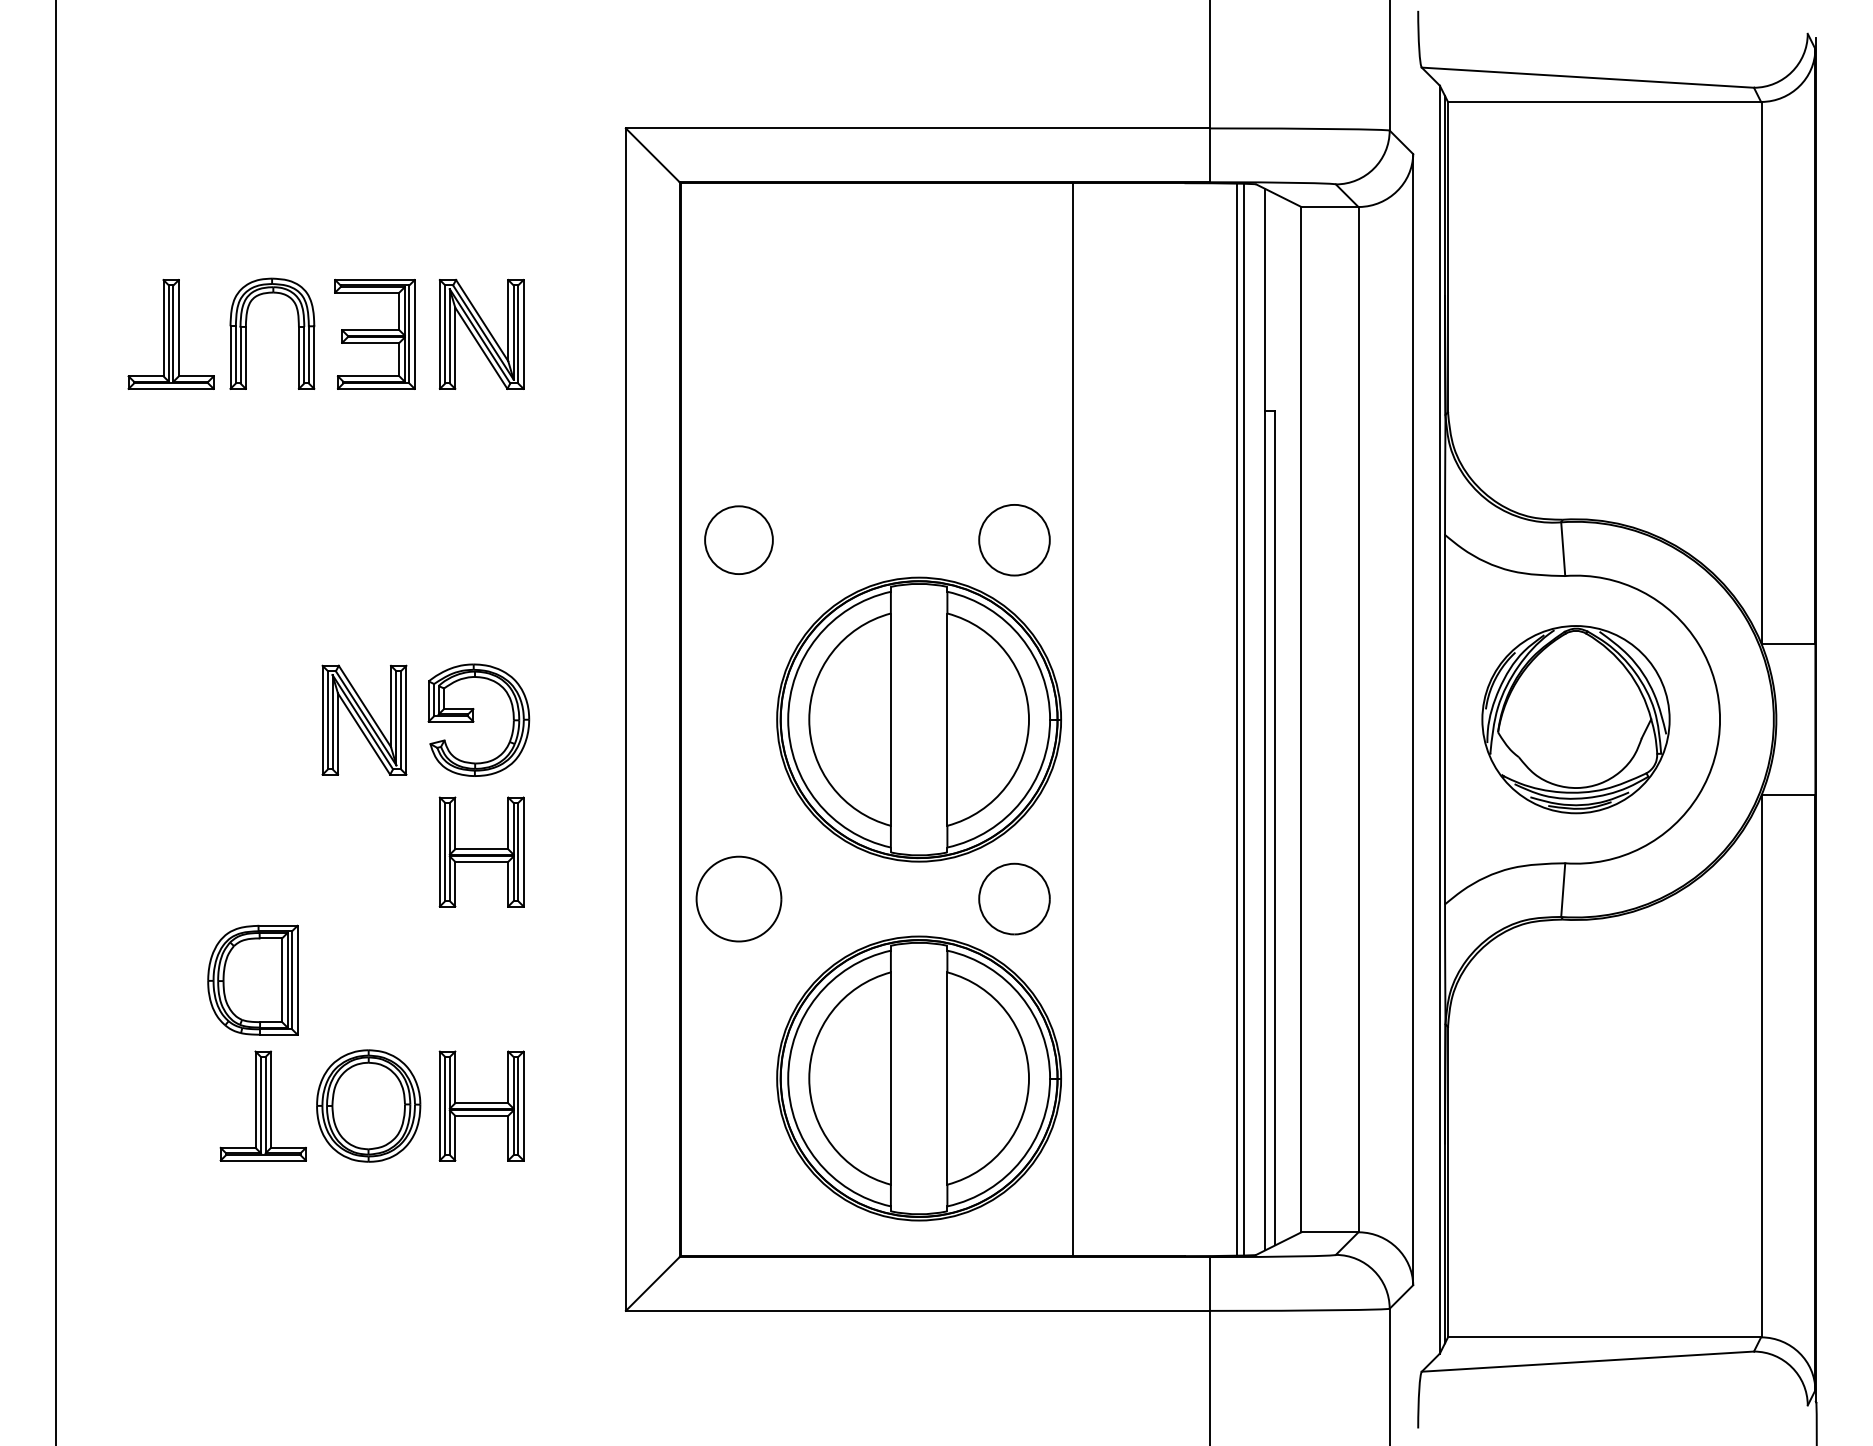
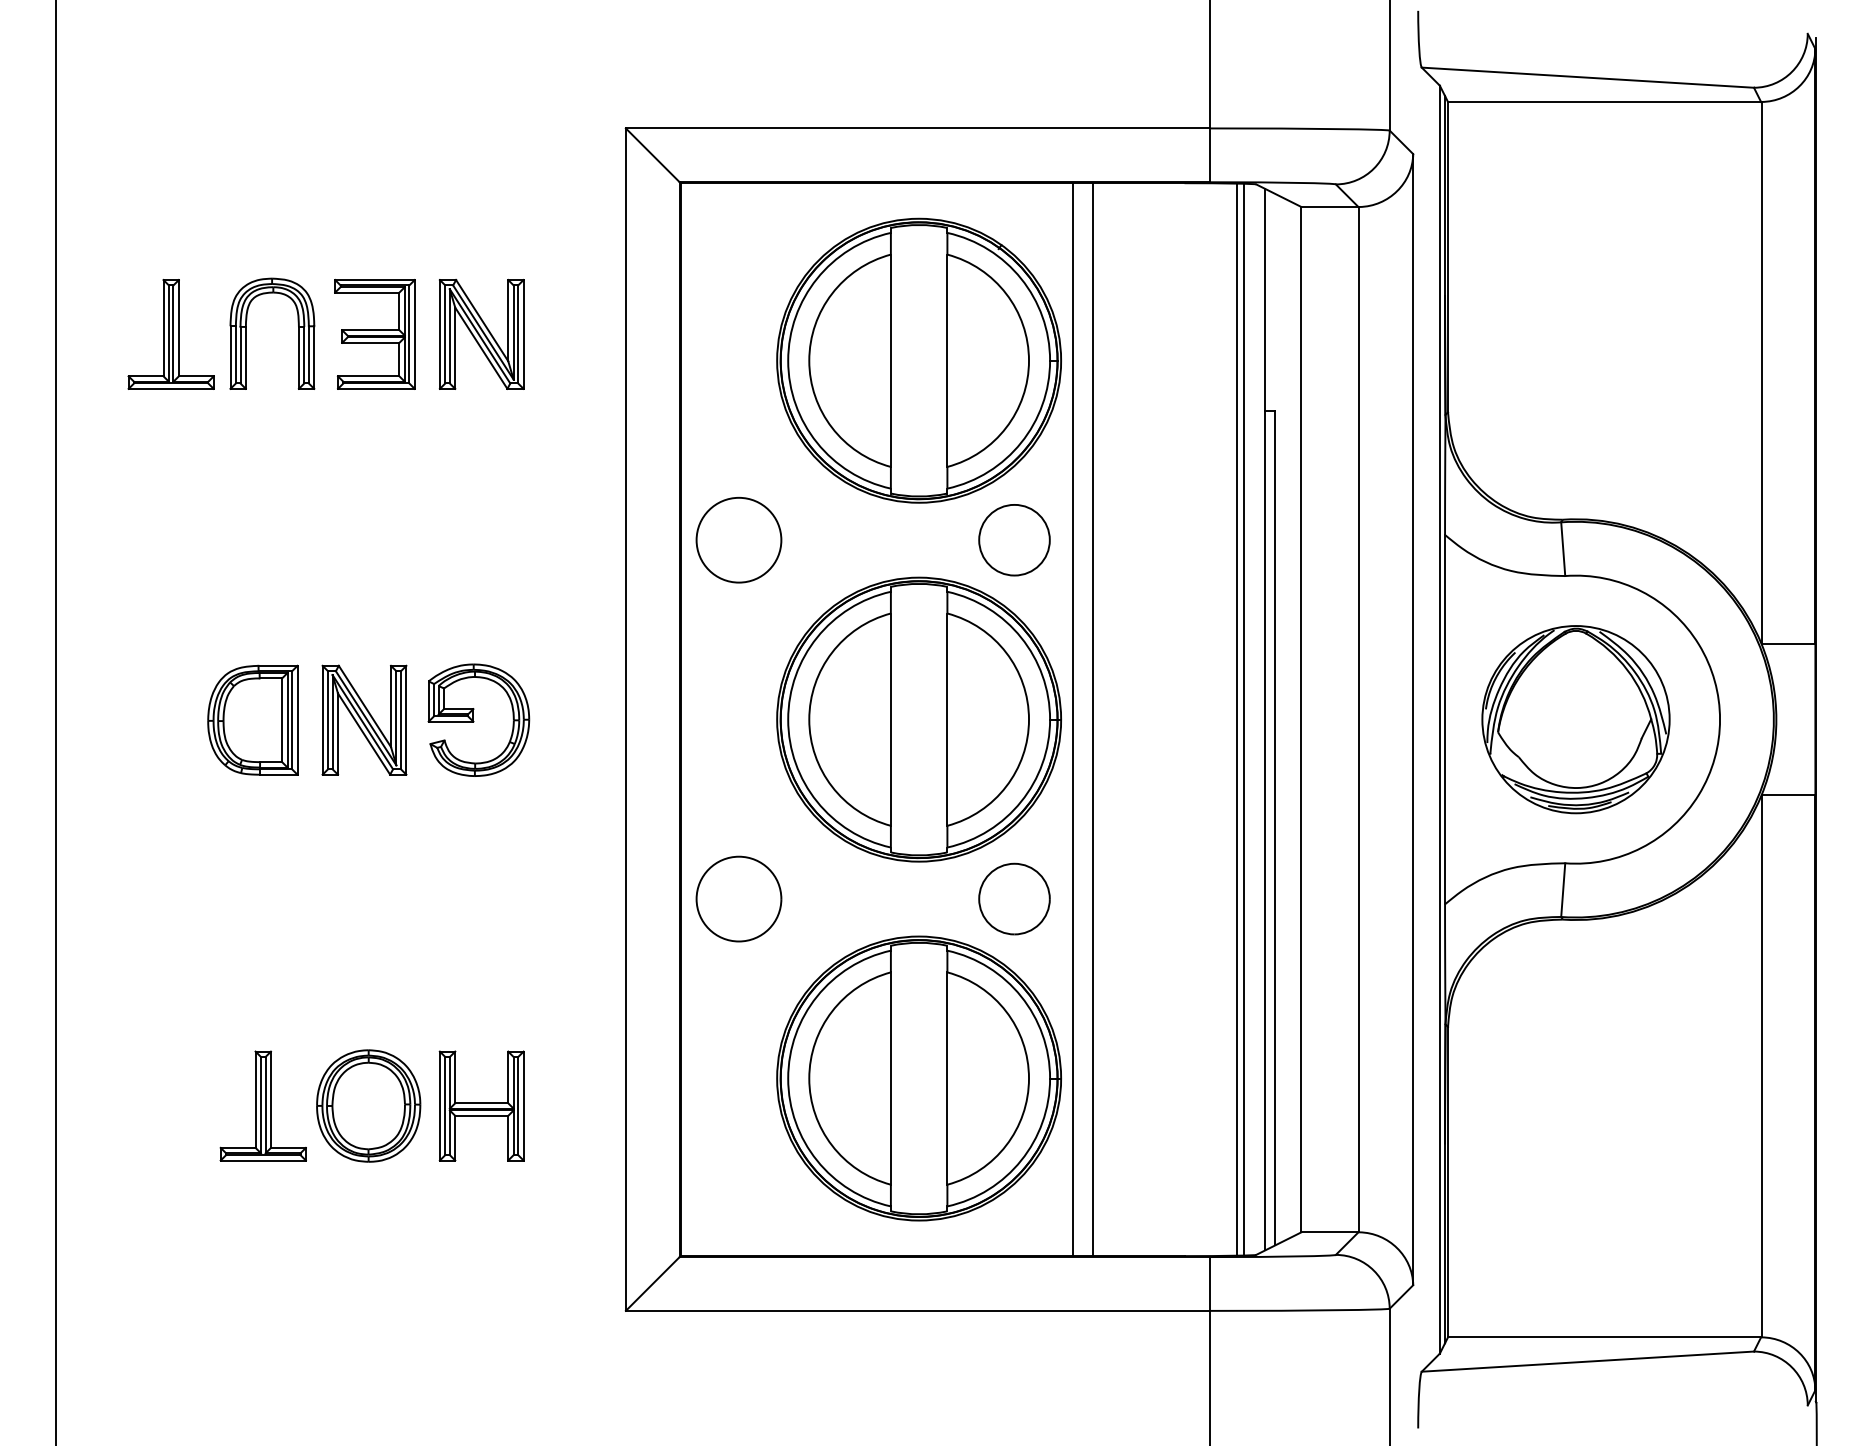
part at (918, 360): none -> present
circle at (738, 540) diameter: 68 px -> 85 px
line at (1093, 719): none -> present
part at (481, 851): present -> none
part at (252, 979) position: (252, 979) -> (252, 719)
